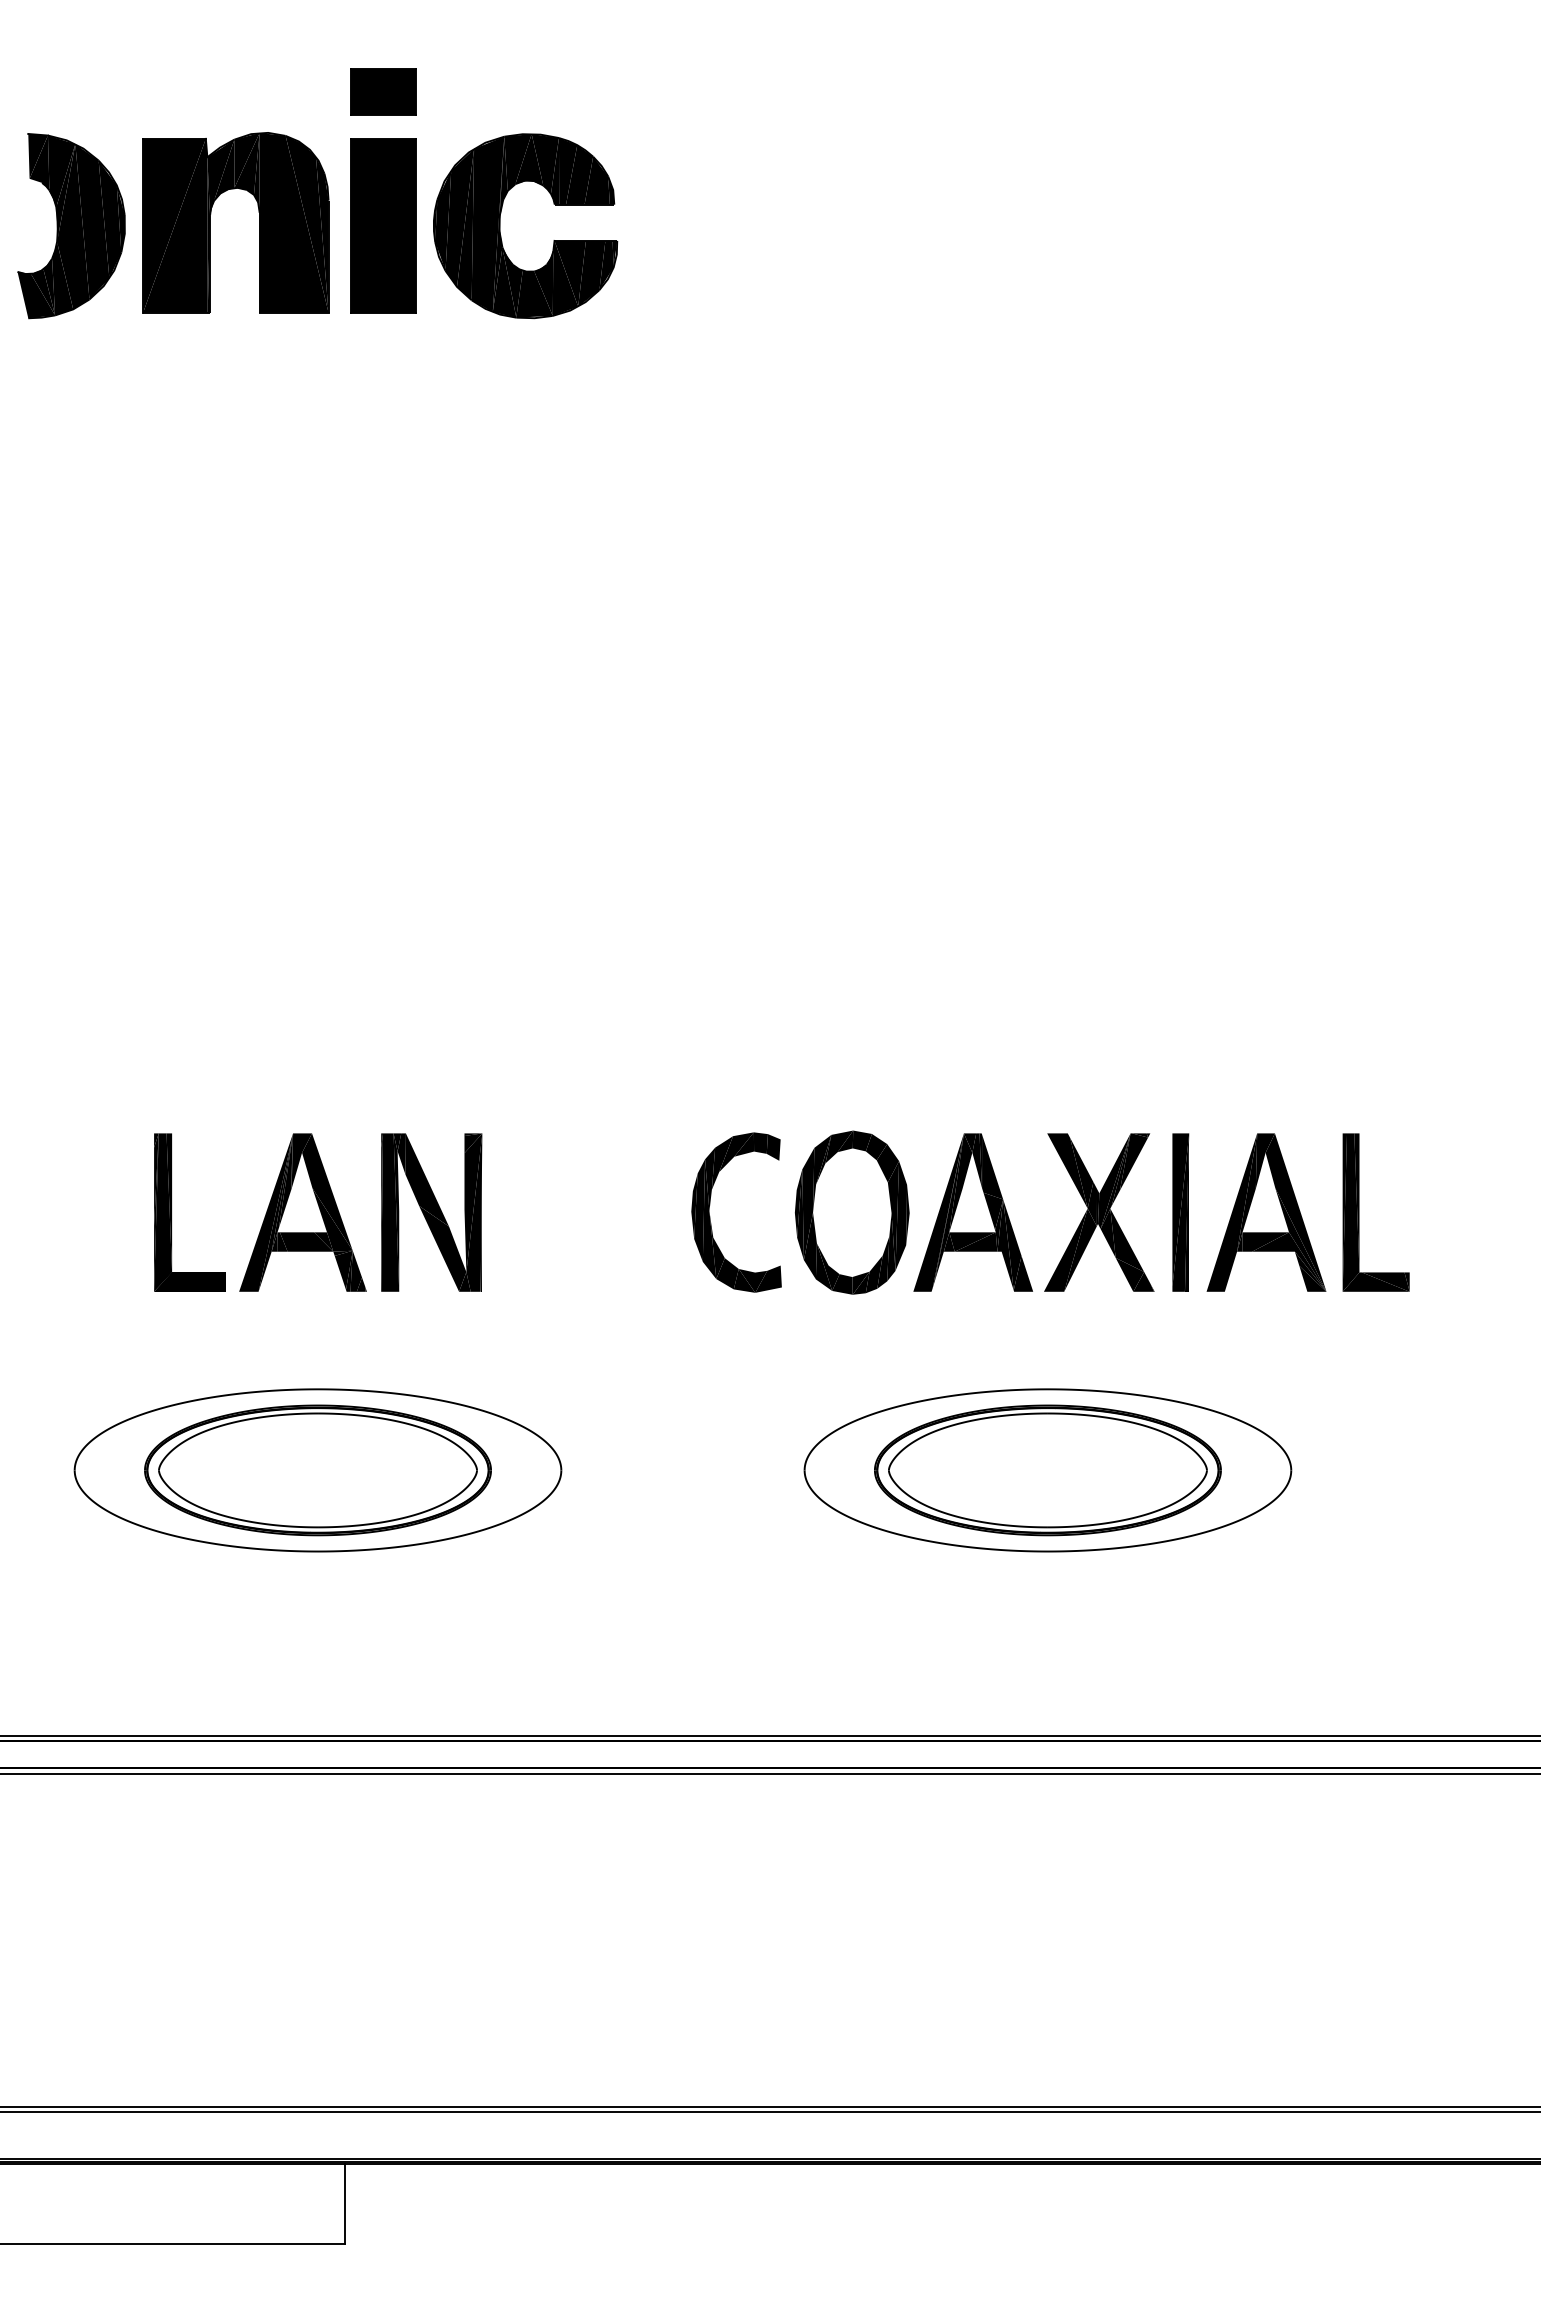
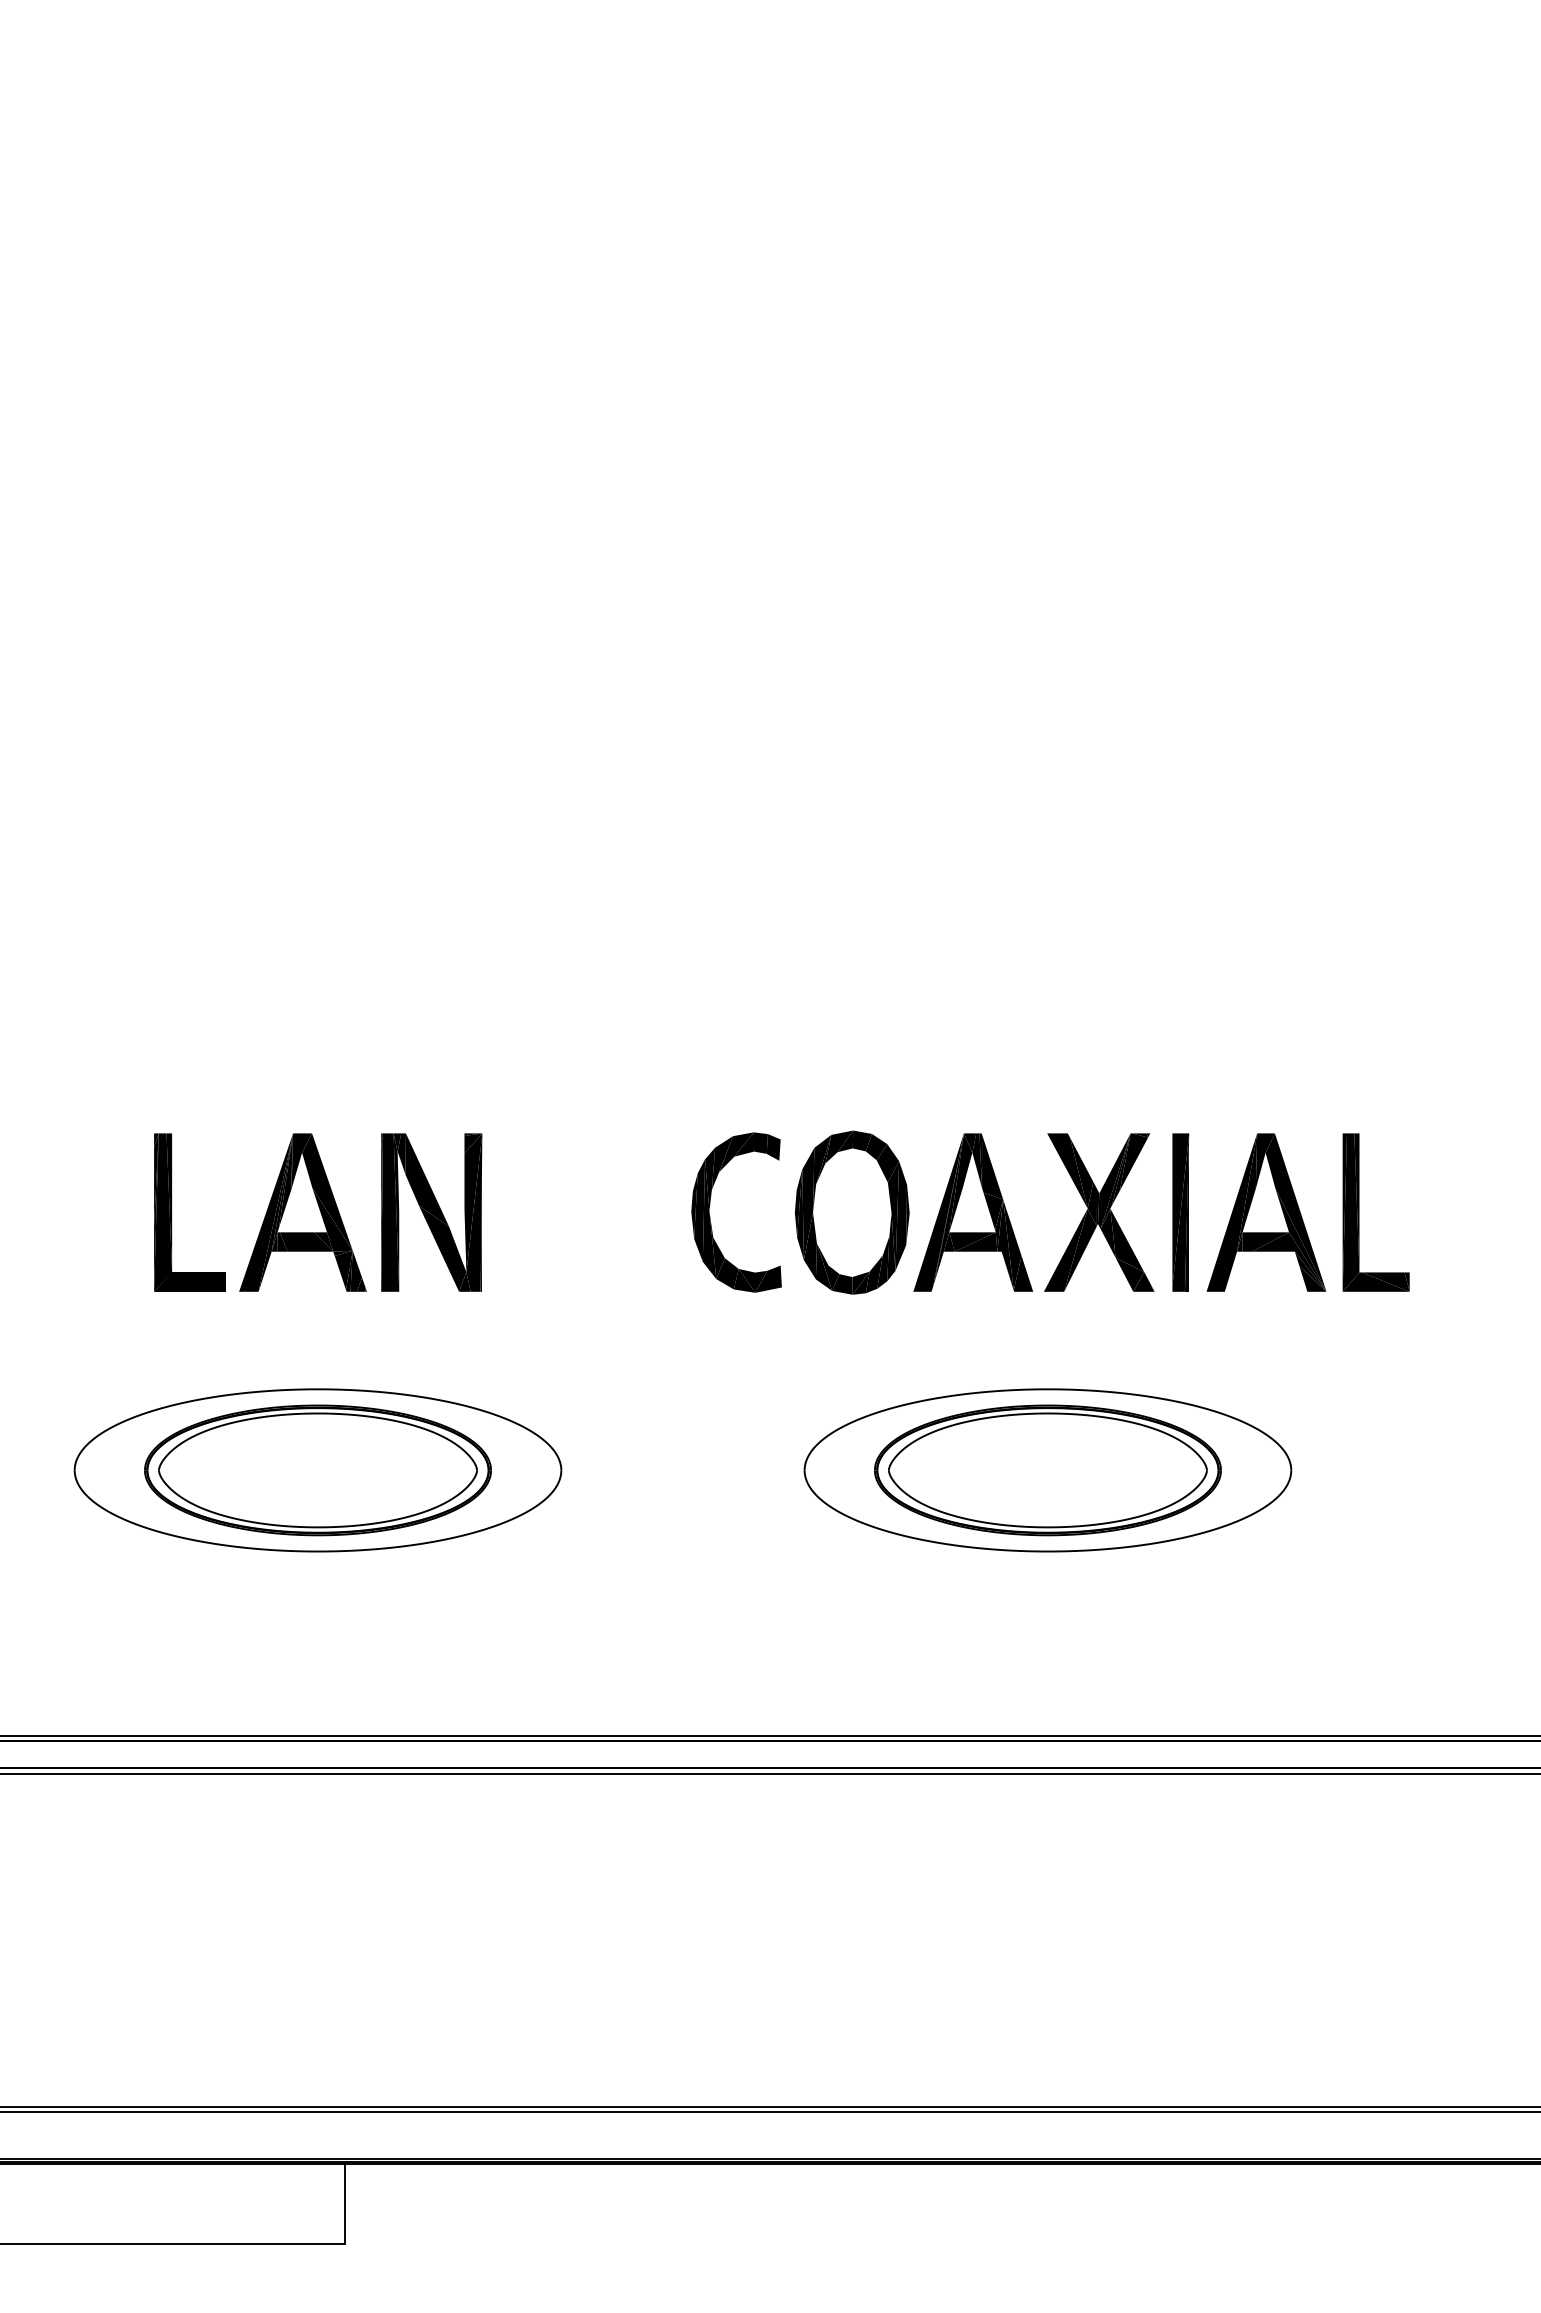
part at (317, 193): present -> none
